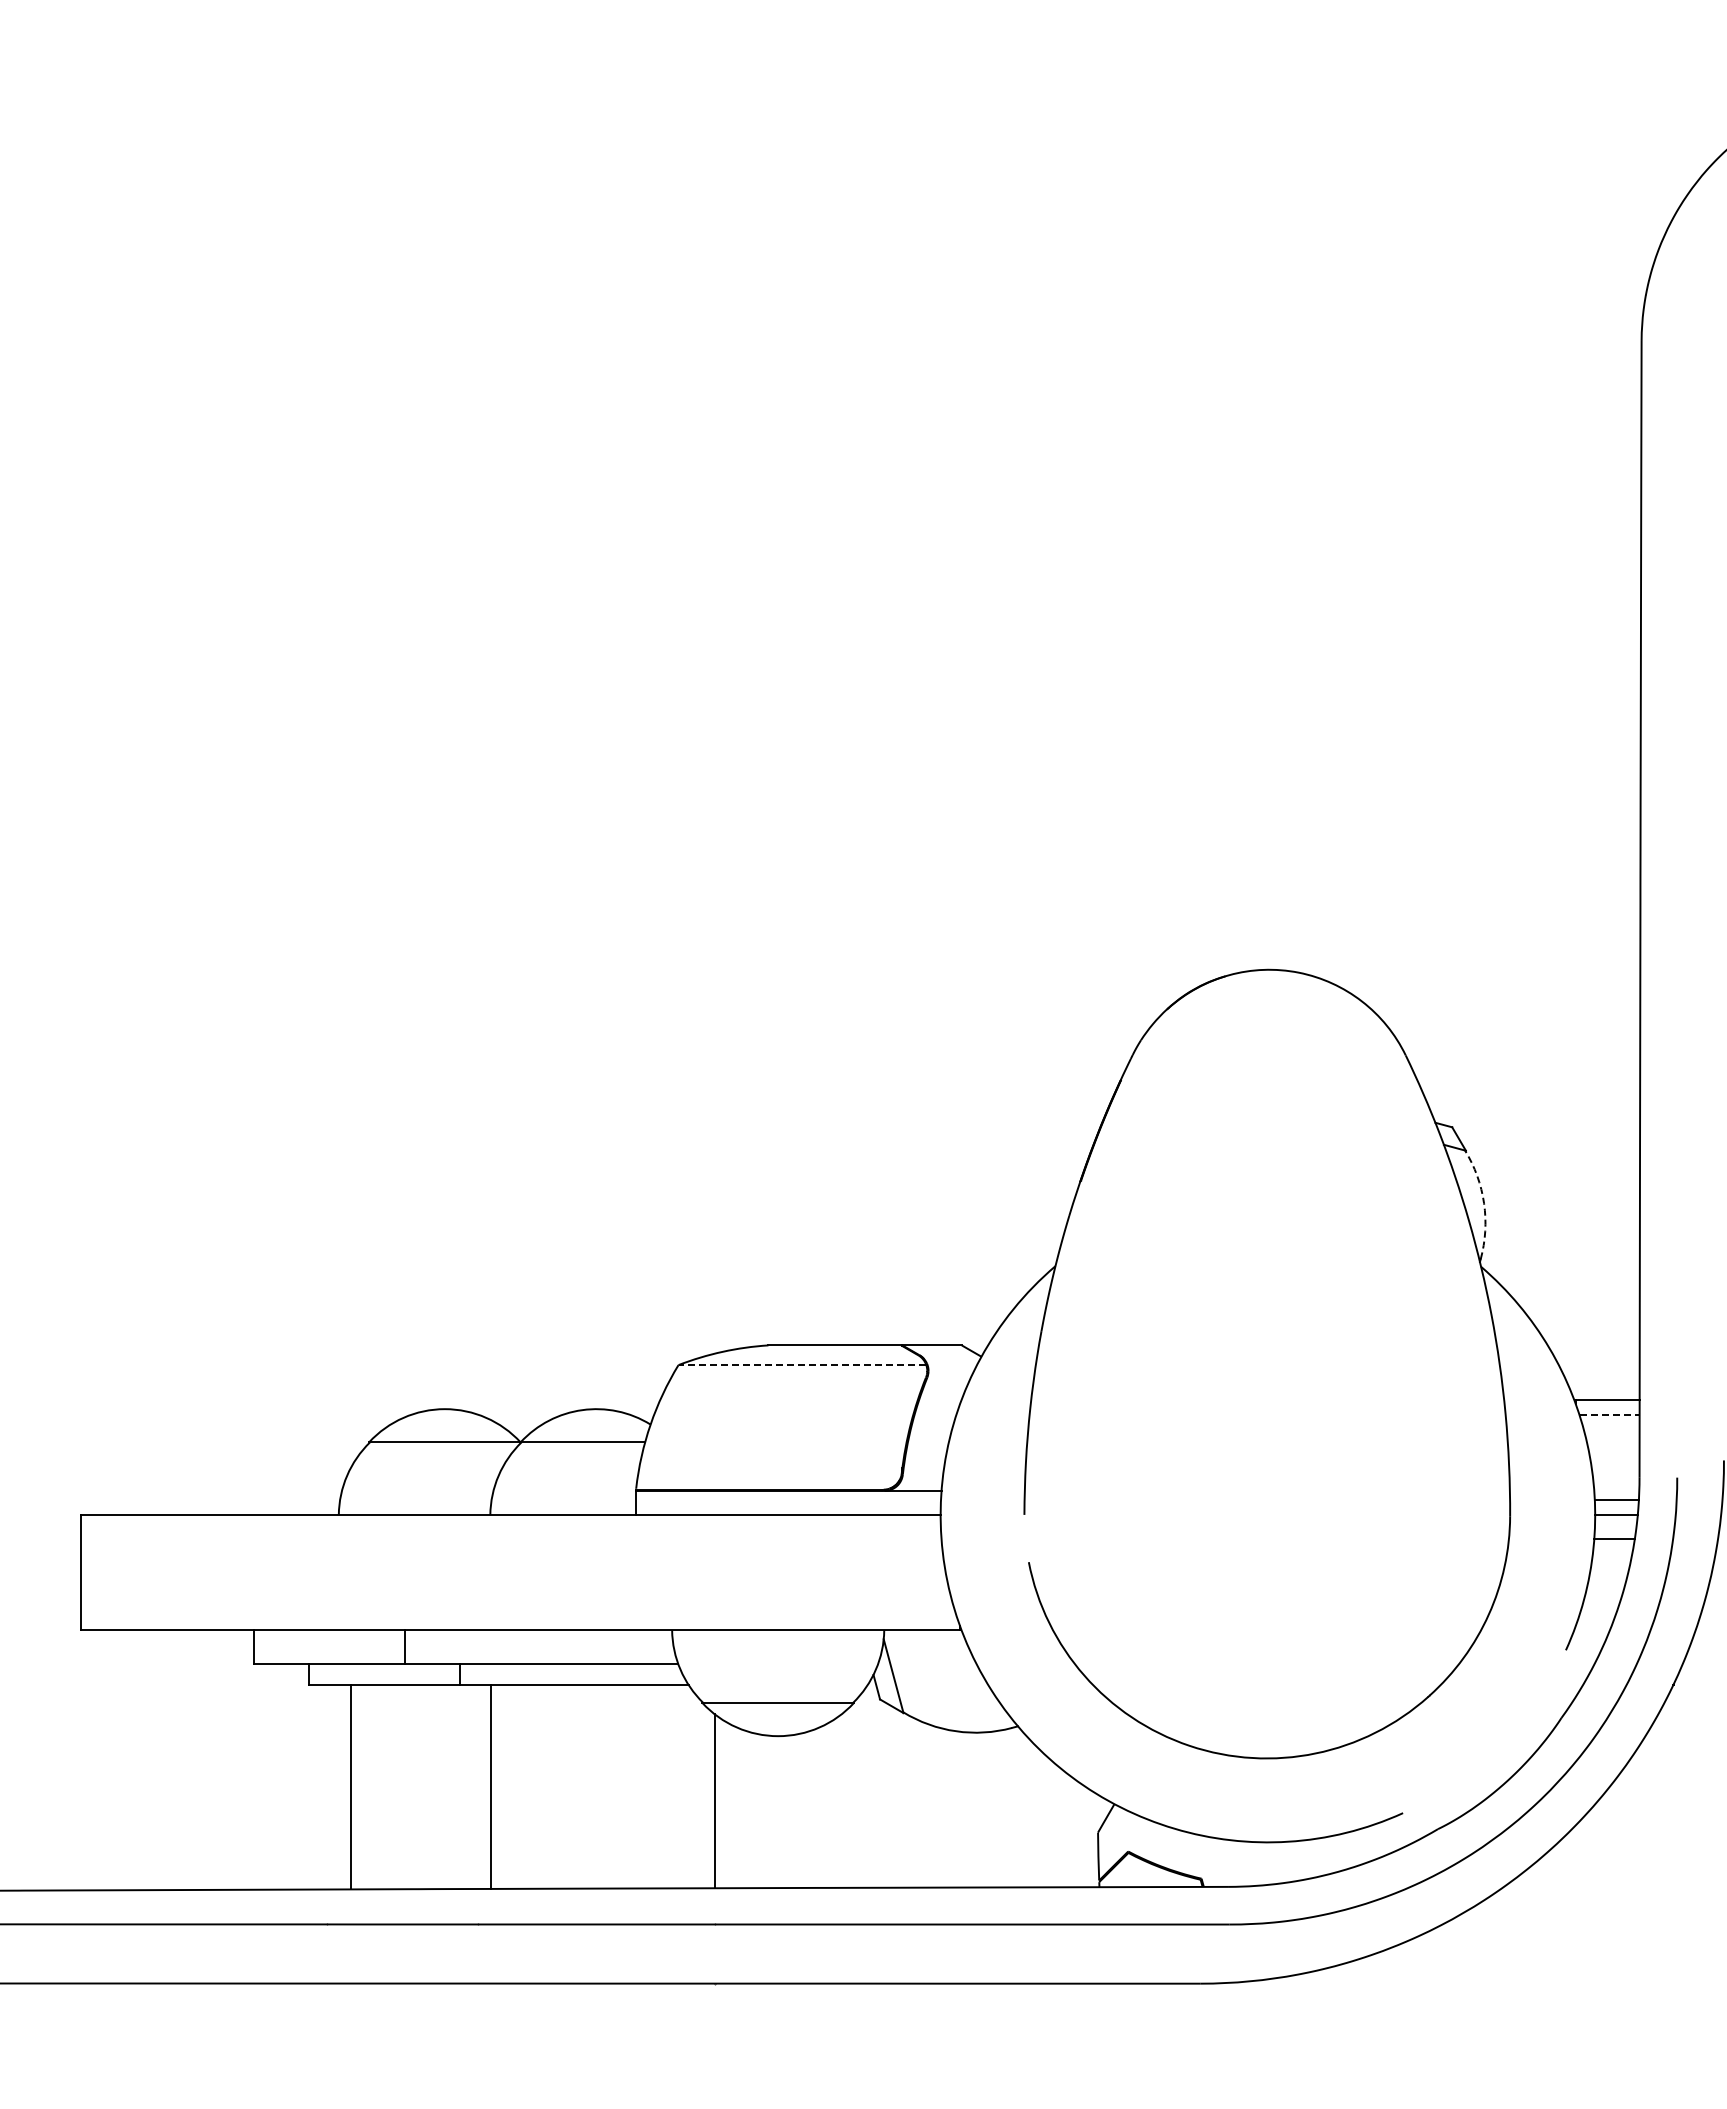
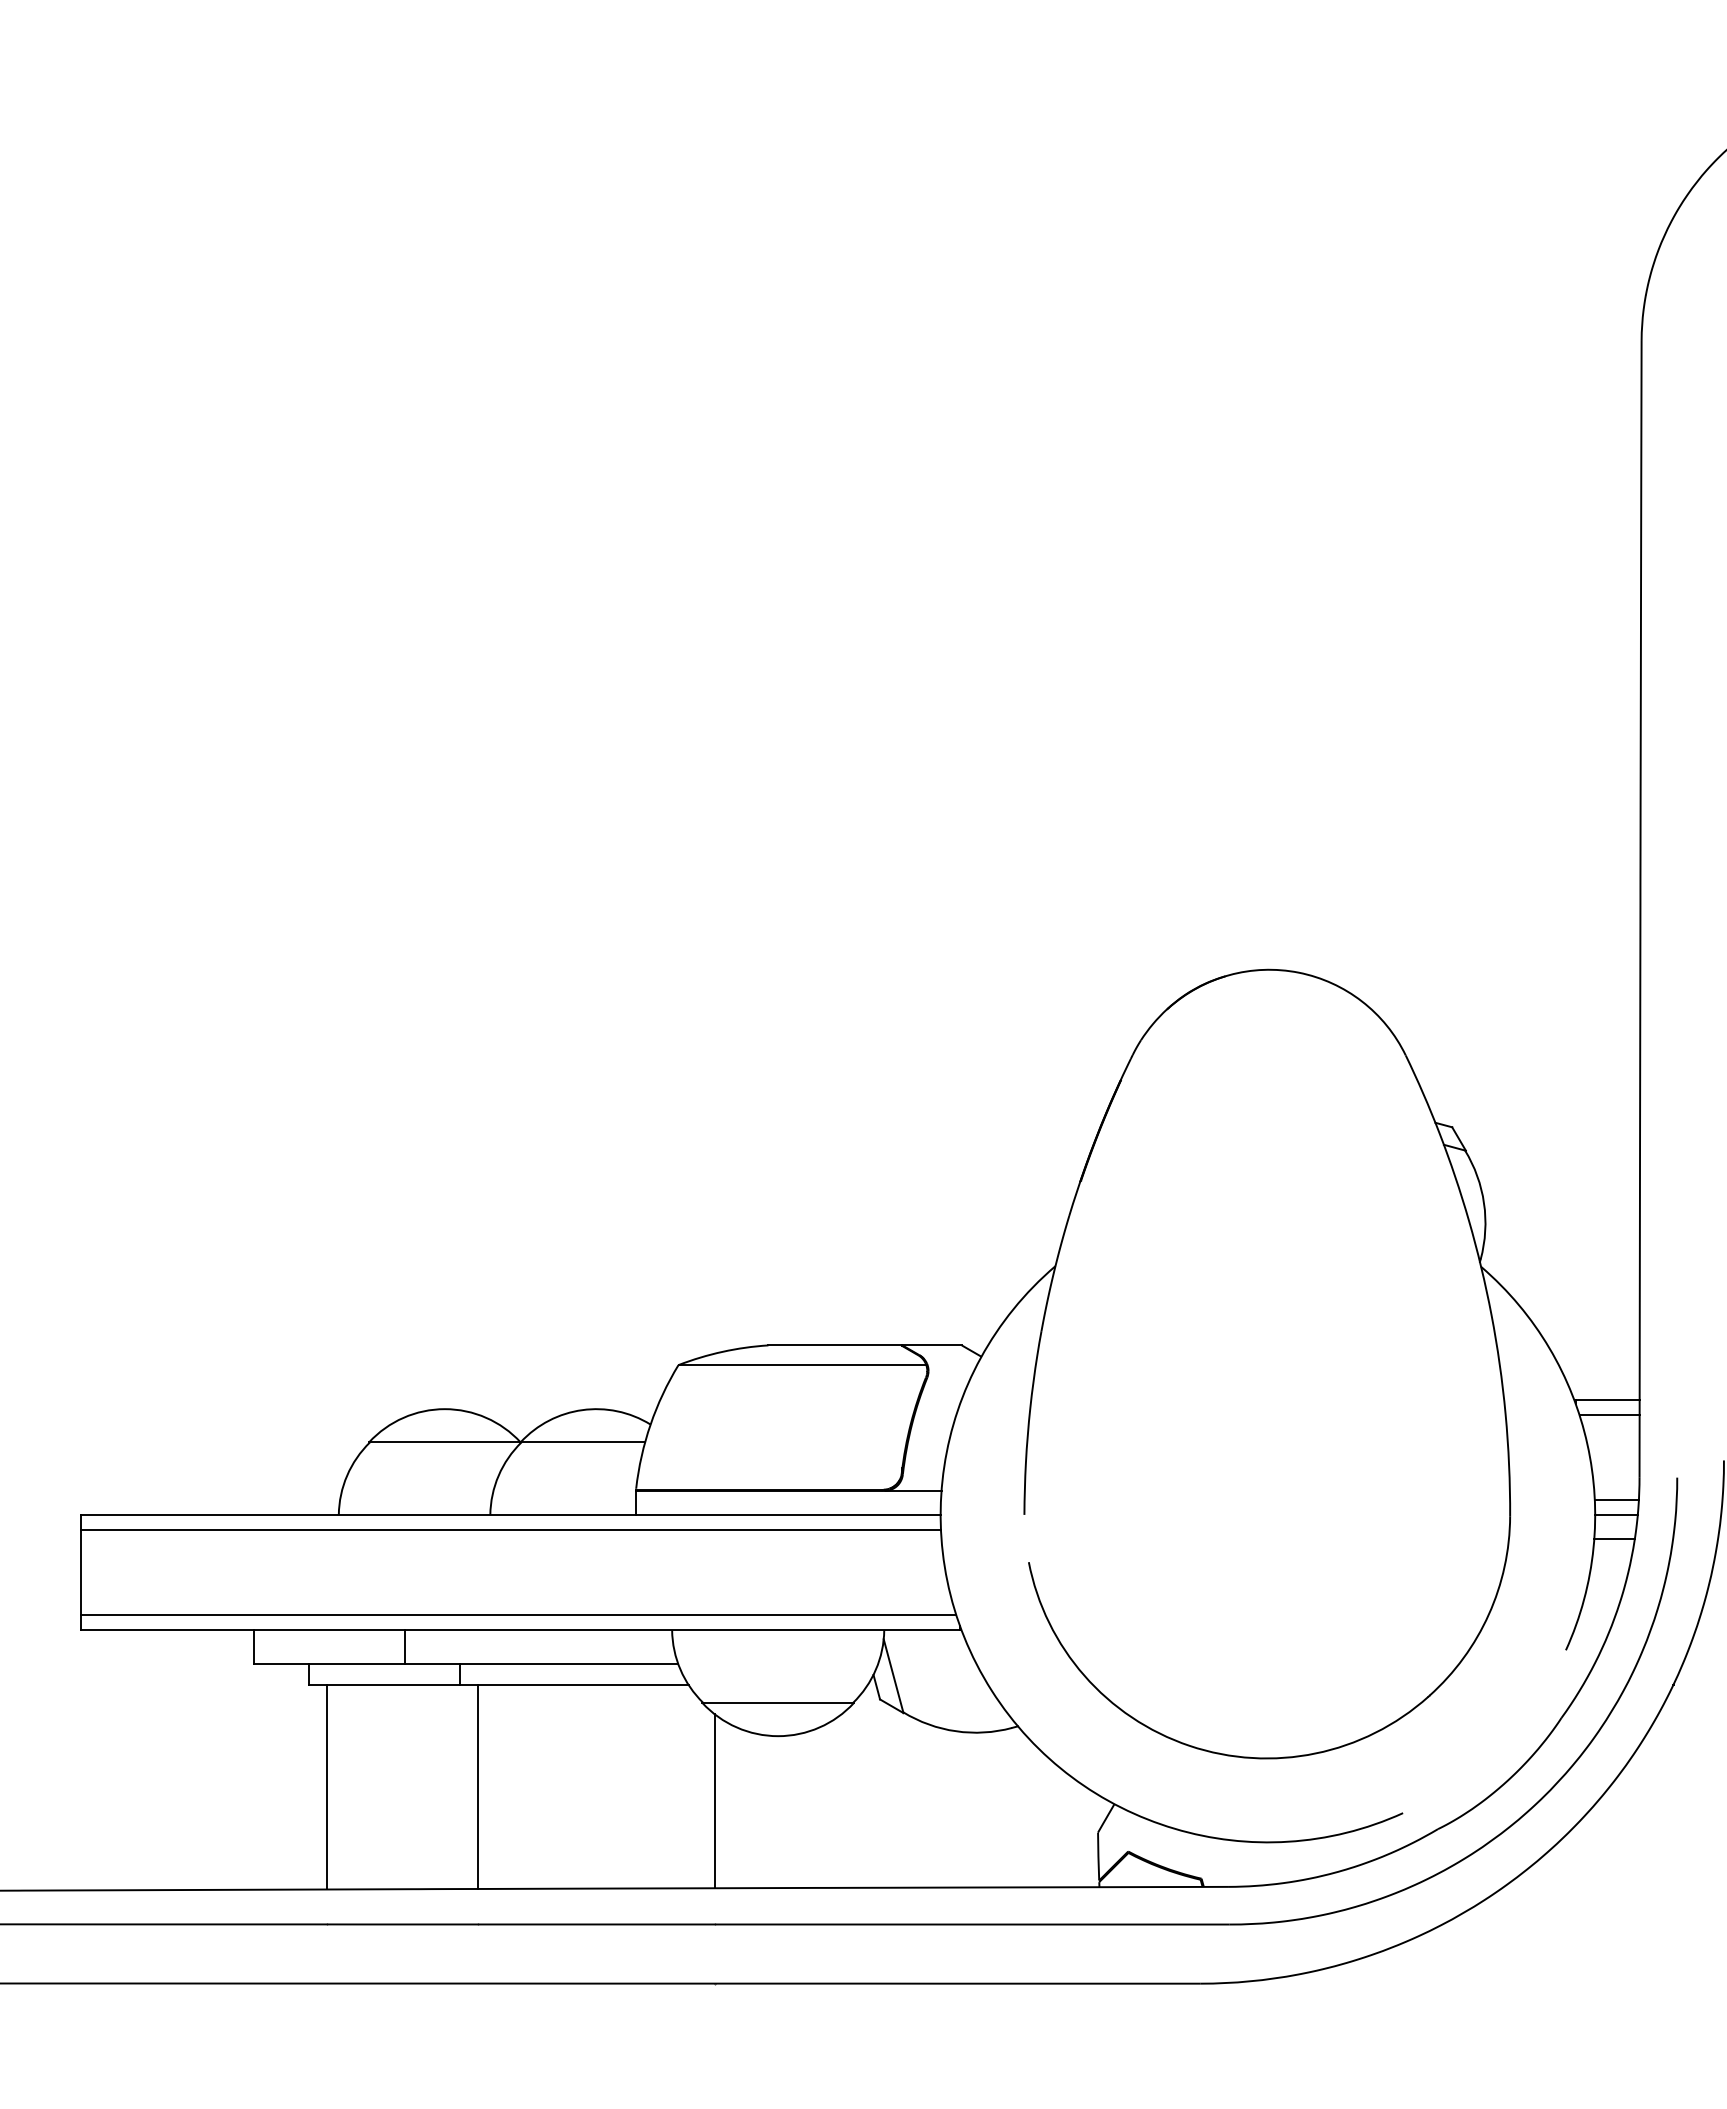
arc at (1484, 1203): dashed -> solid
line at (802, 1365): dashed -> solid
line at (1610, 1415): dashed -> solid
line at (511, 1530): none -> present
line at (518, 1615): none -> present
line at (350, 1786) position: (350, 1786) -> (326, 1786)
line at (491, 1786) position: (491, 1786) -> (478, 1786)
